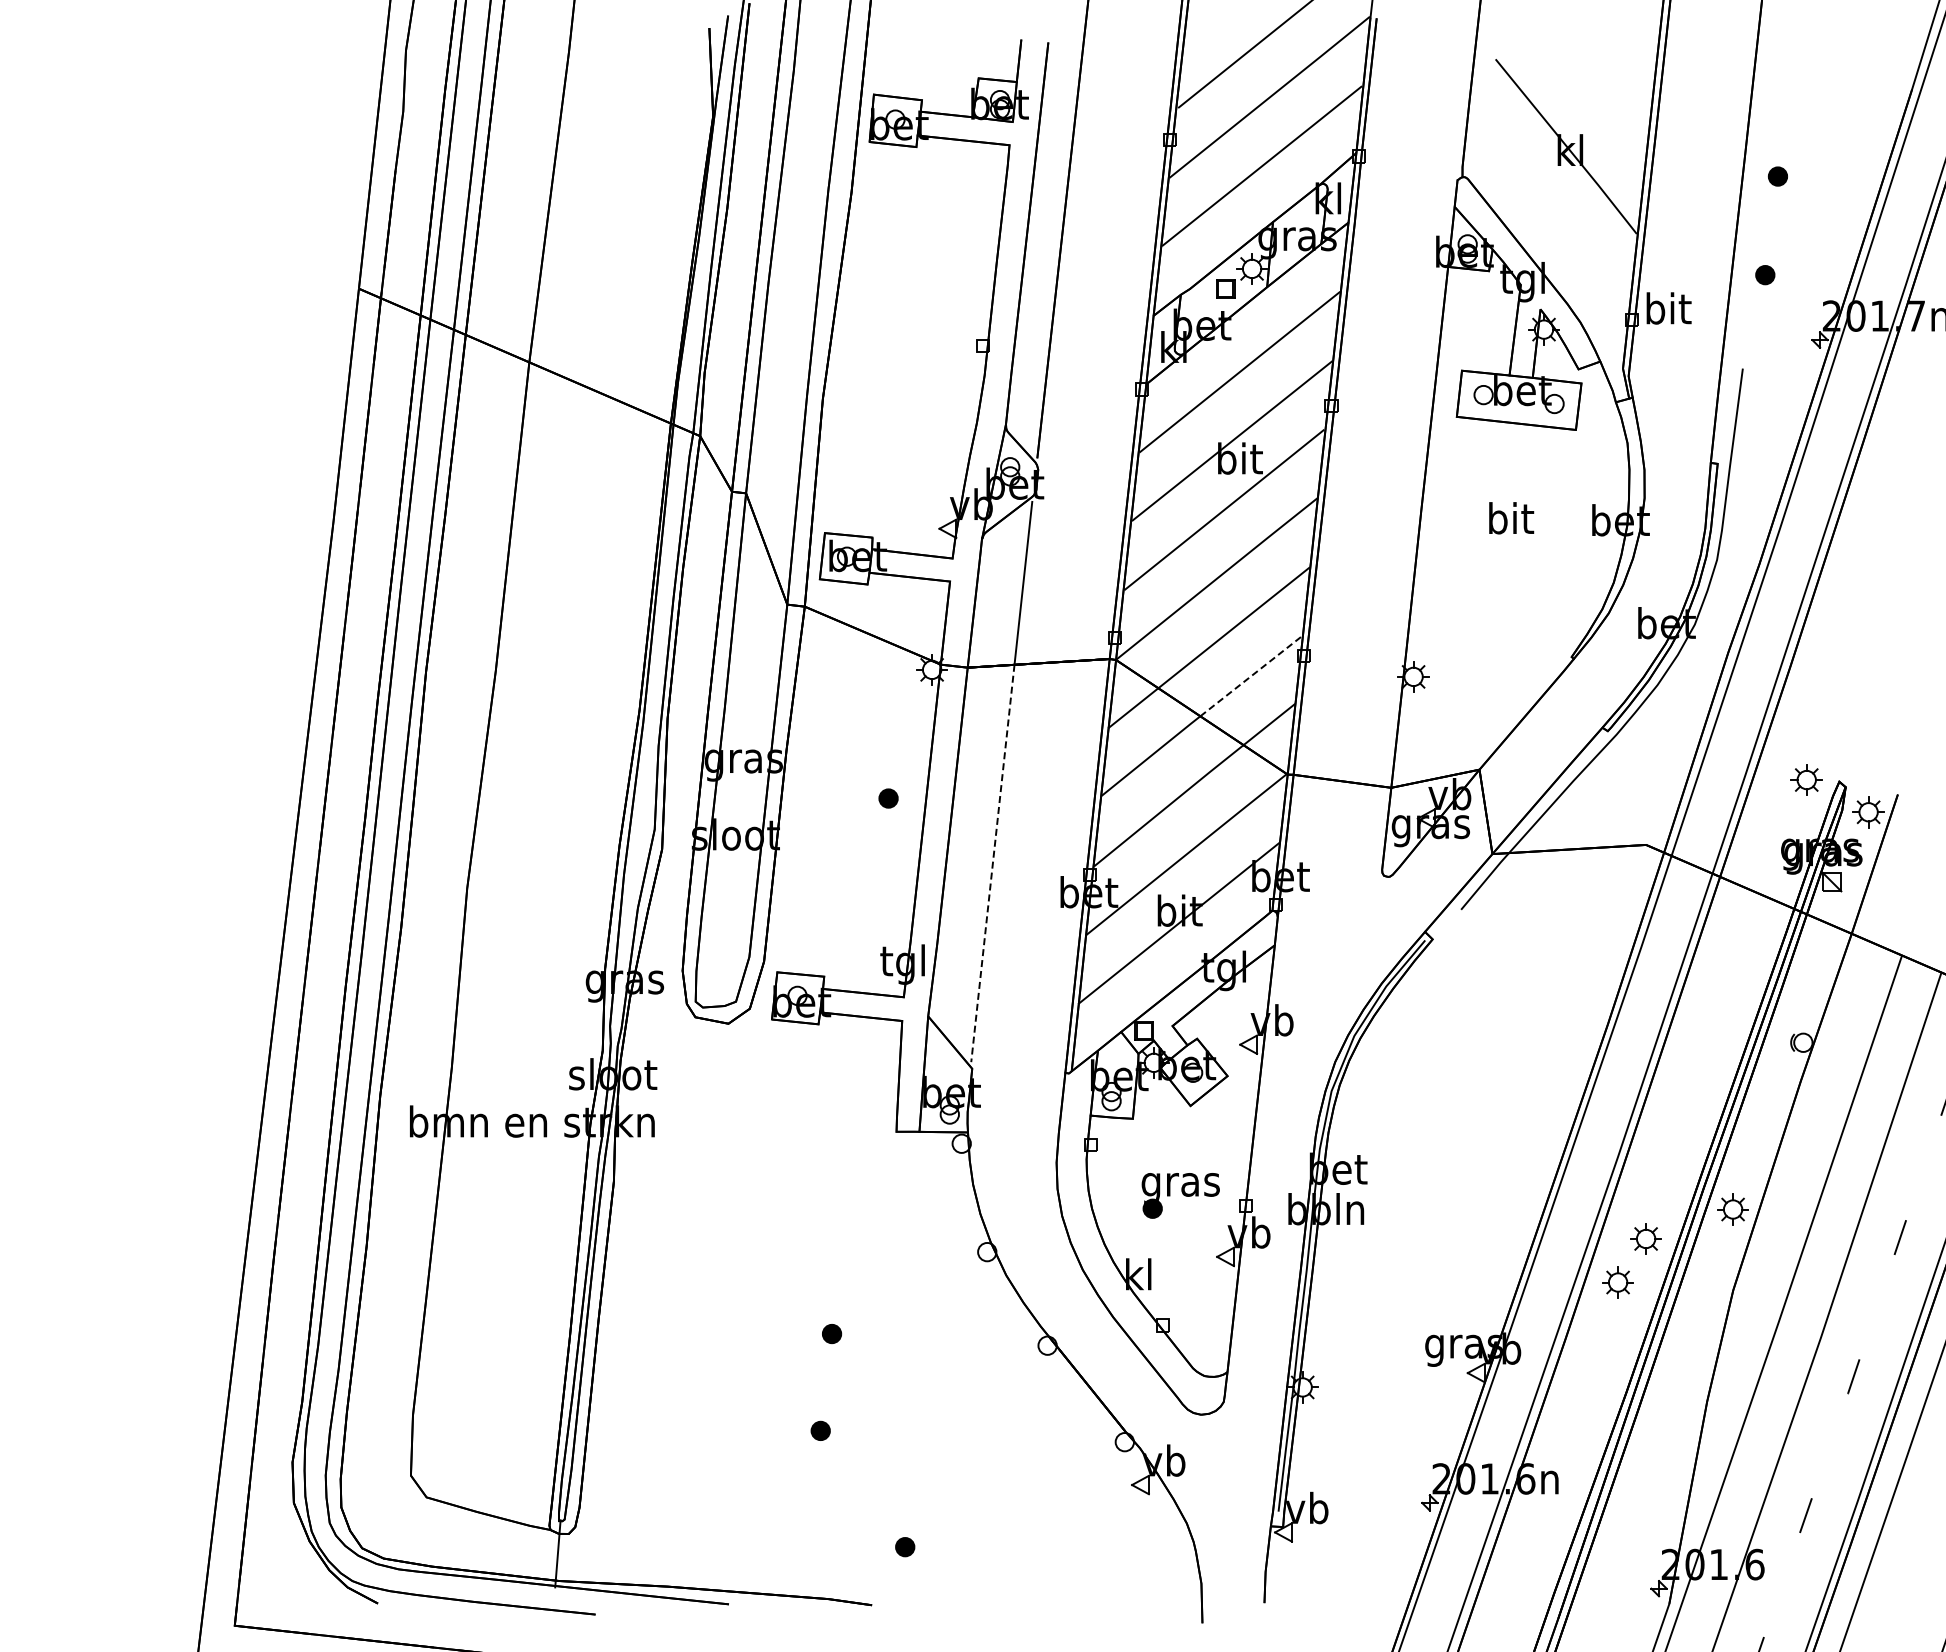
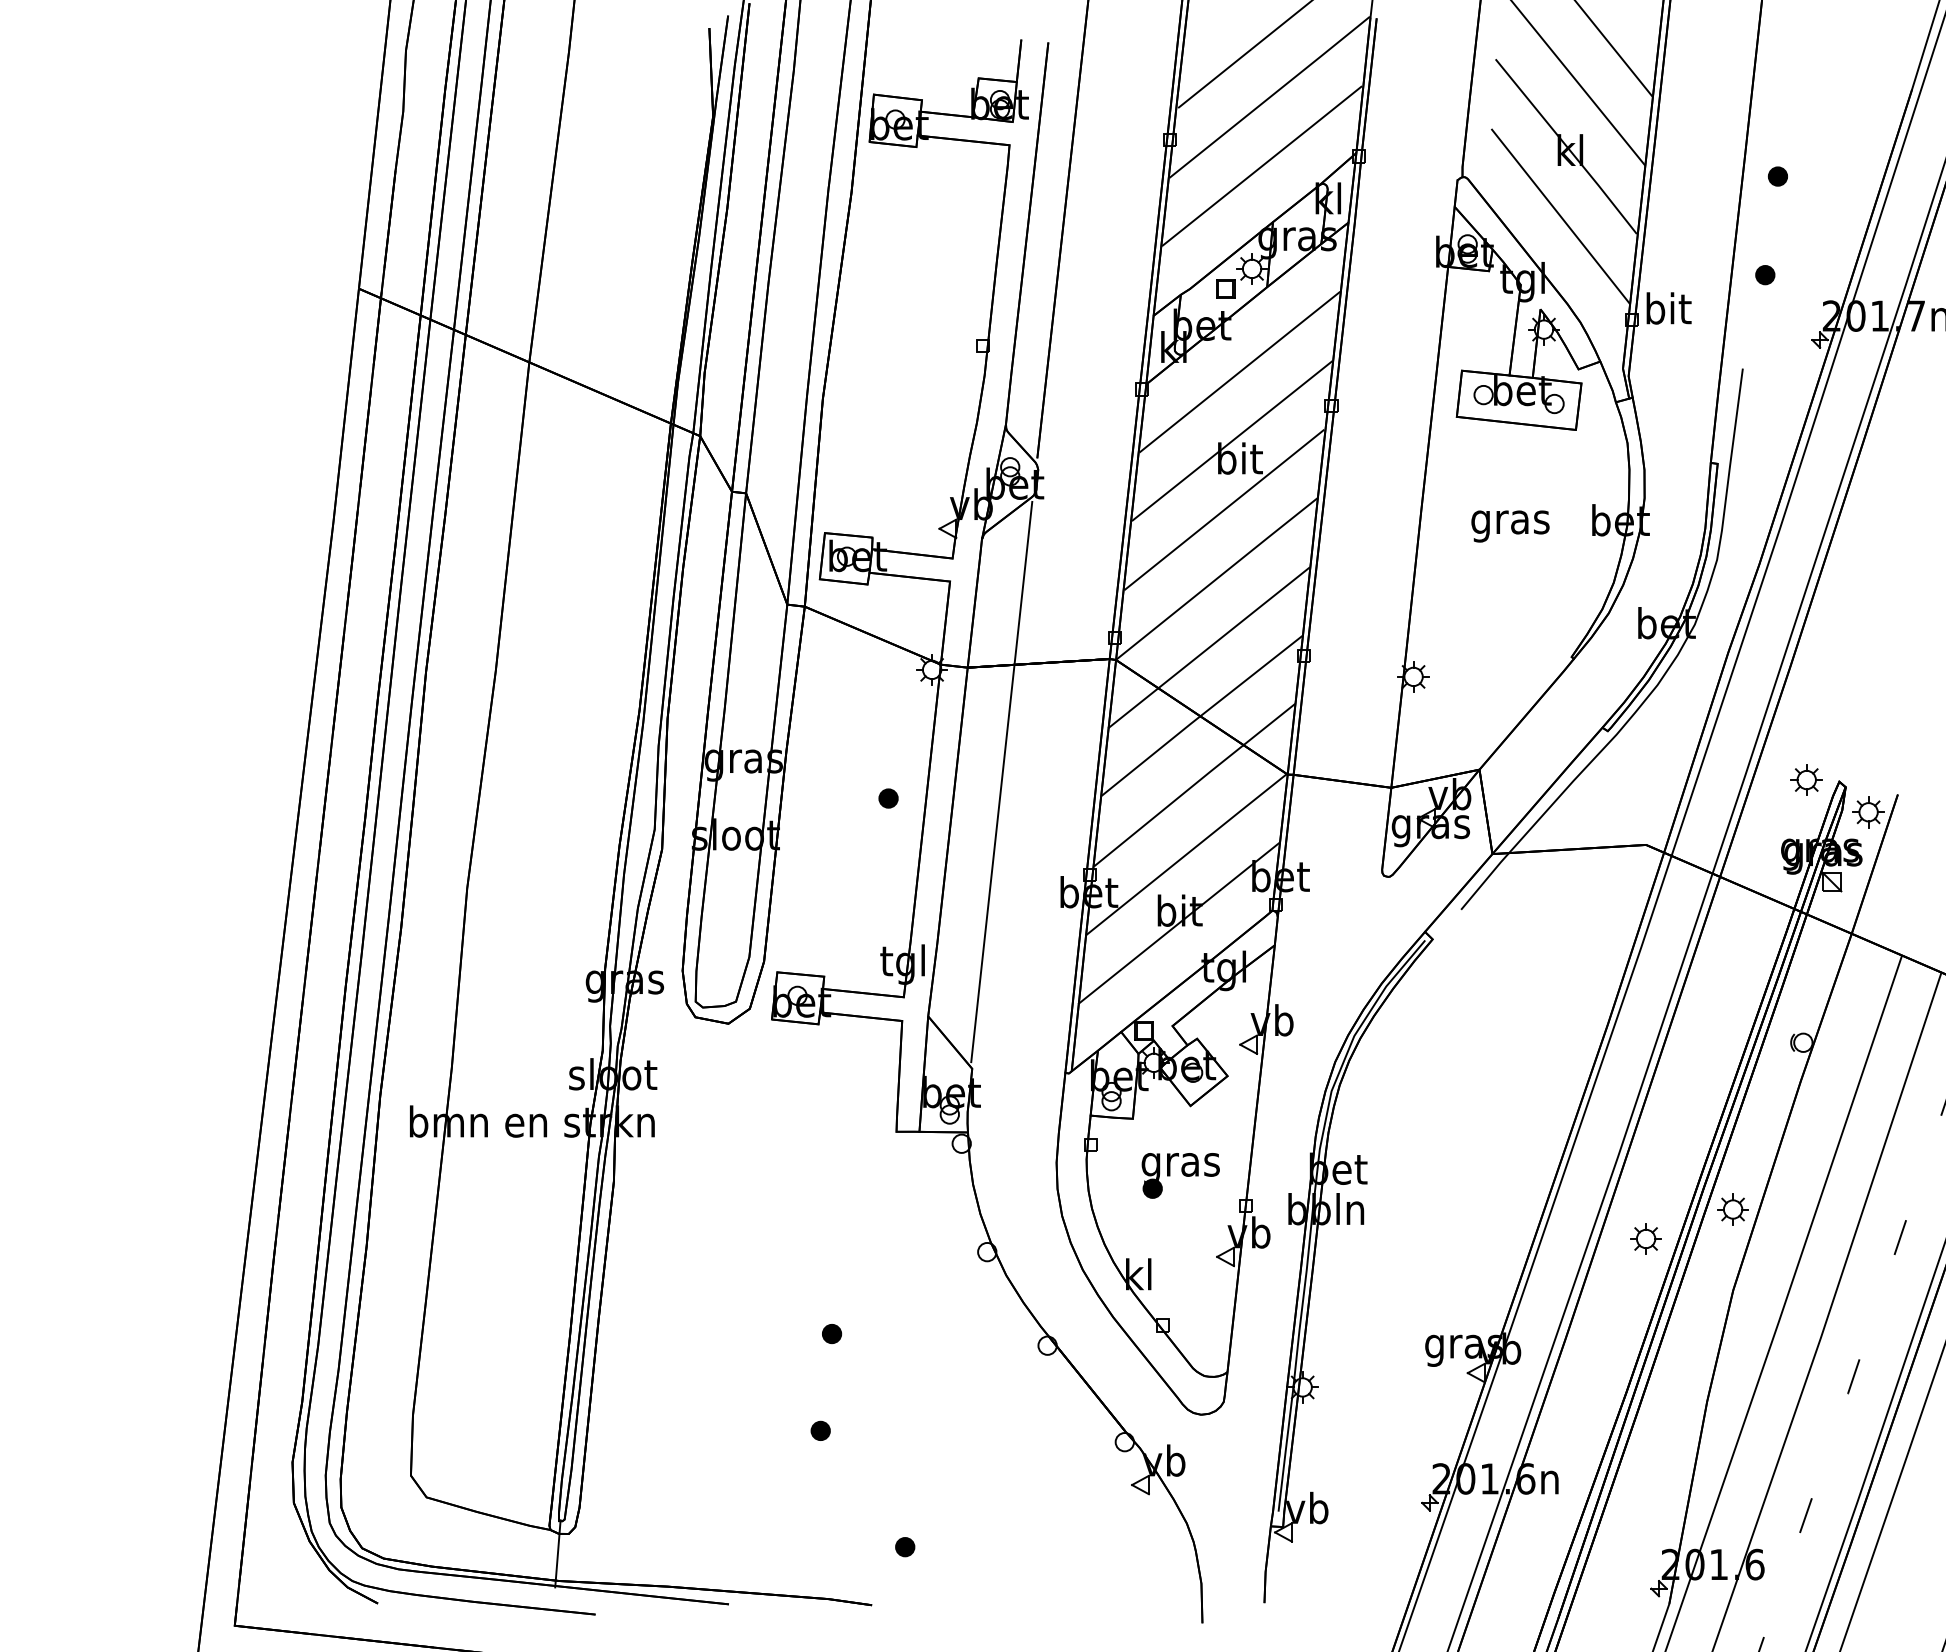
line at (1614, 49): none -> present
line at (1578, 83): none -> present
line at (1560, 216): none -> present
text at (1510, 522): bit -> gras
line at (1251, 676): dashed -> solid
line at (992, 863): dashed -> solid
part at (1180, 1195) position: (1180, 1195) -> (1180, 1175)
part at (1617, 1282): present -> none
